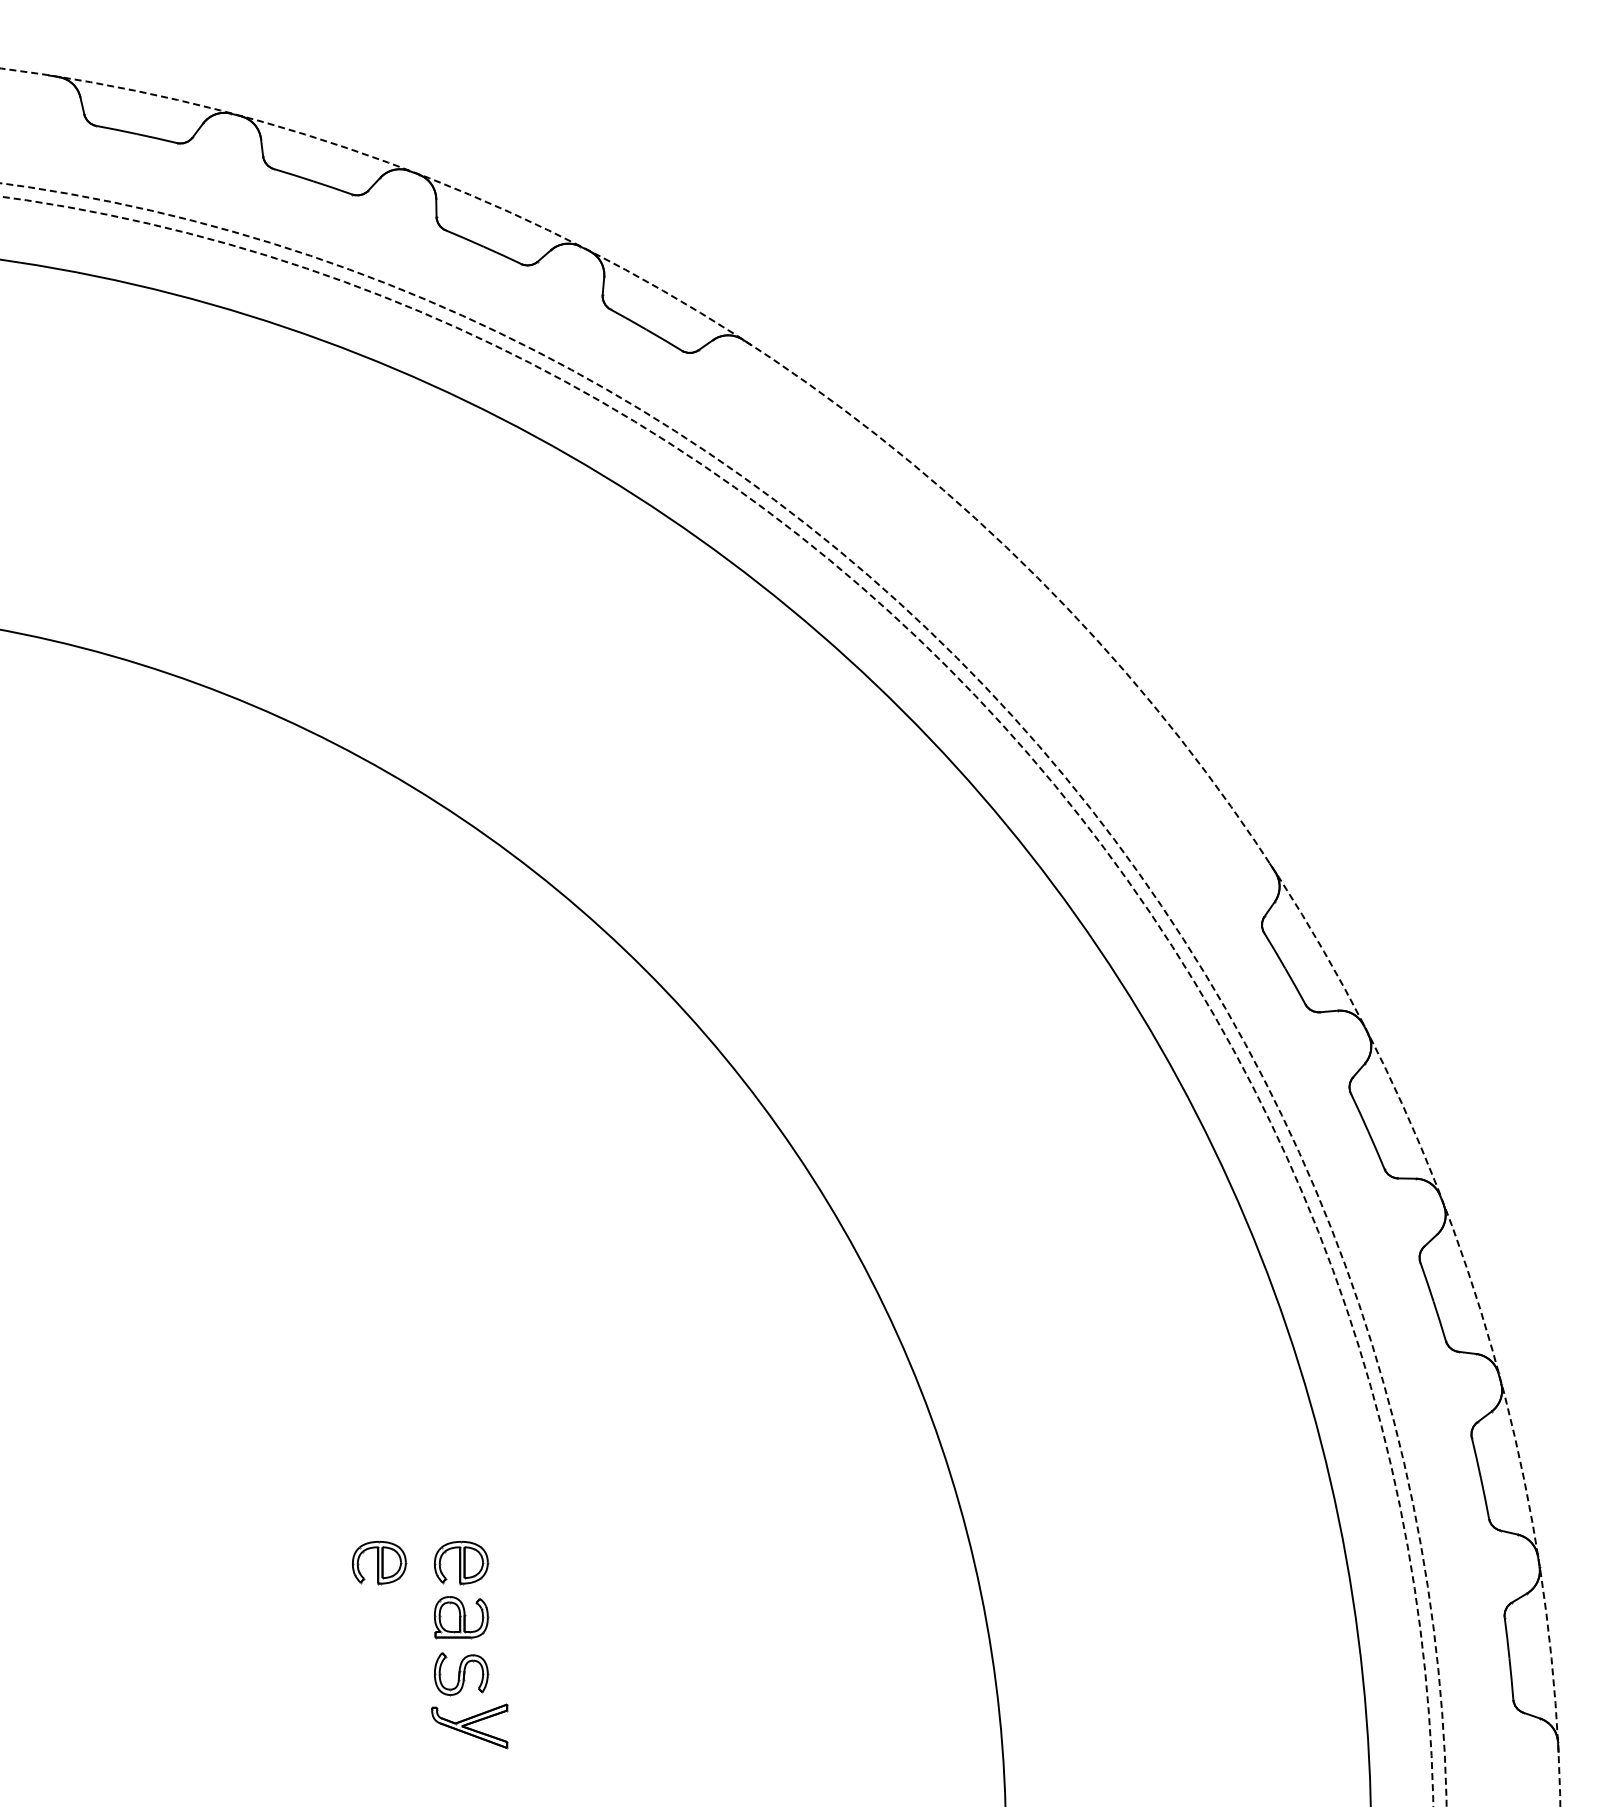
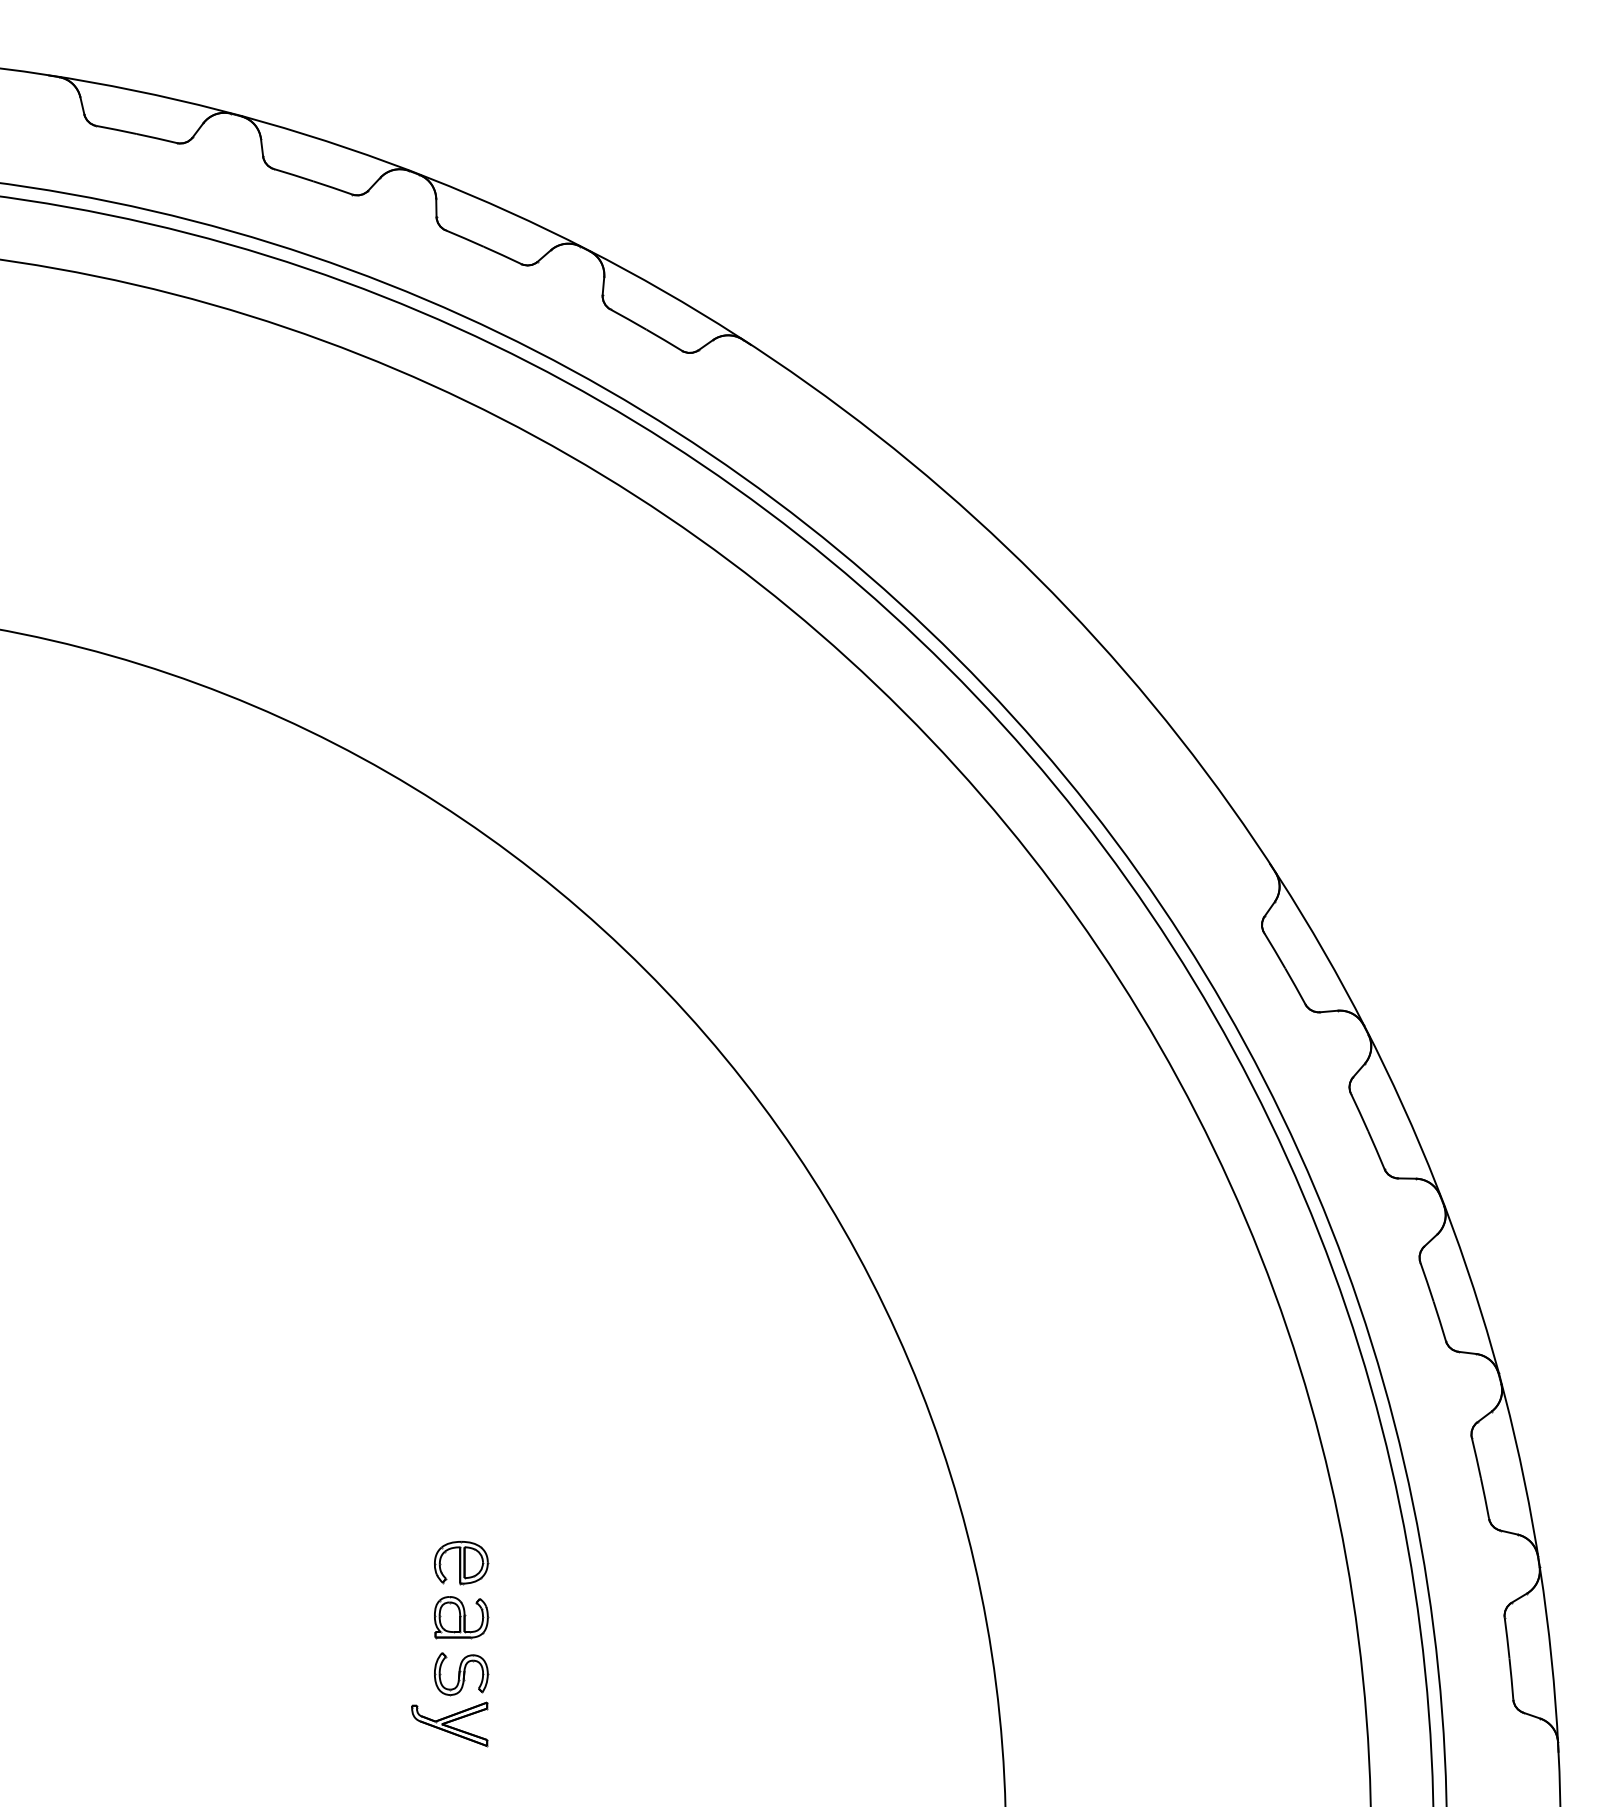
circle at (780, 937): dashed -> solid
circle at (723, 994): dashed -> solid
circle at (716, 1001): dashed -> solid
part at (379, 1563): present -> none
part at (469, 1726) position: (469, 1726) -> (449, 1724)
